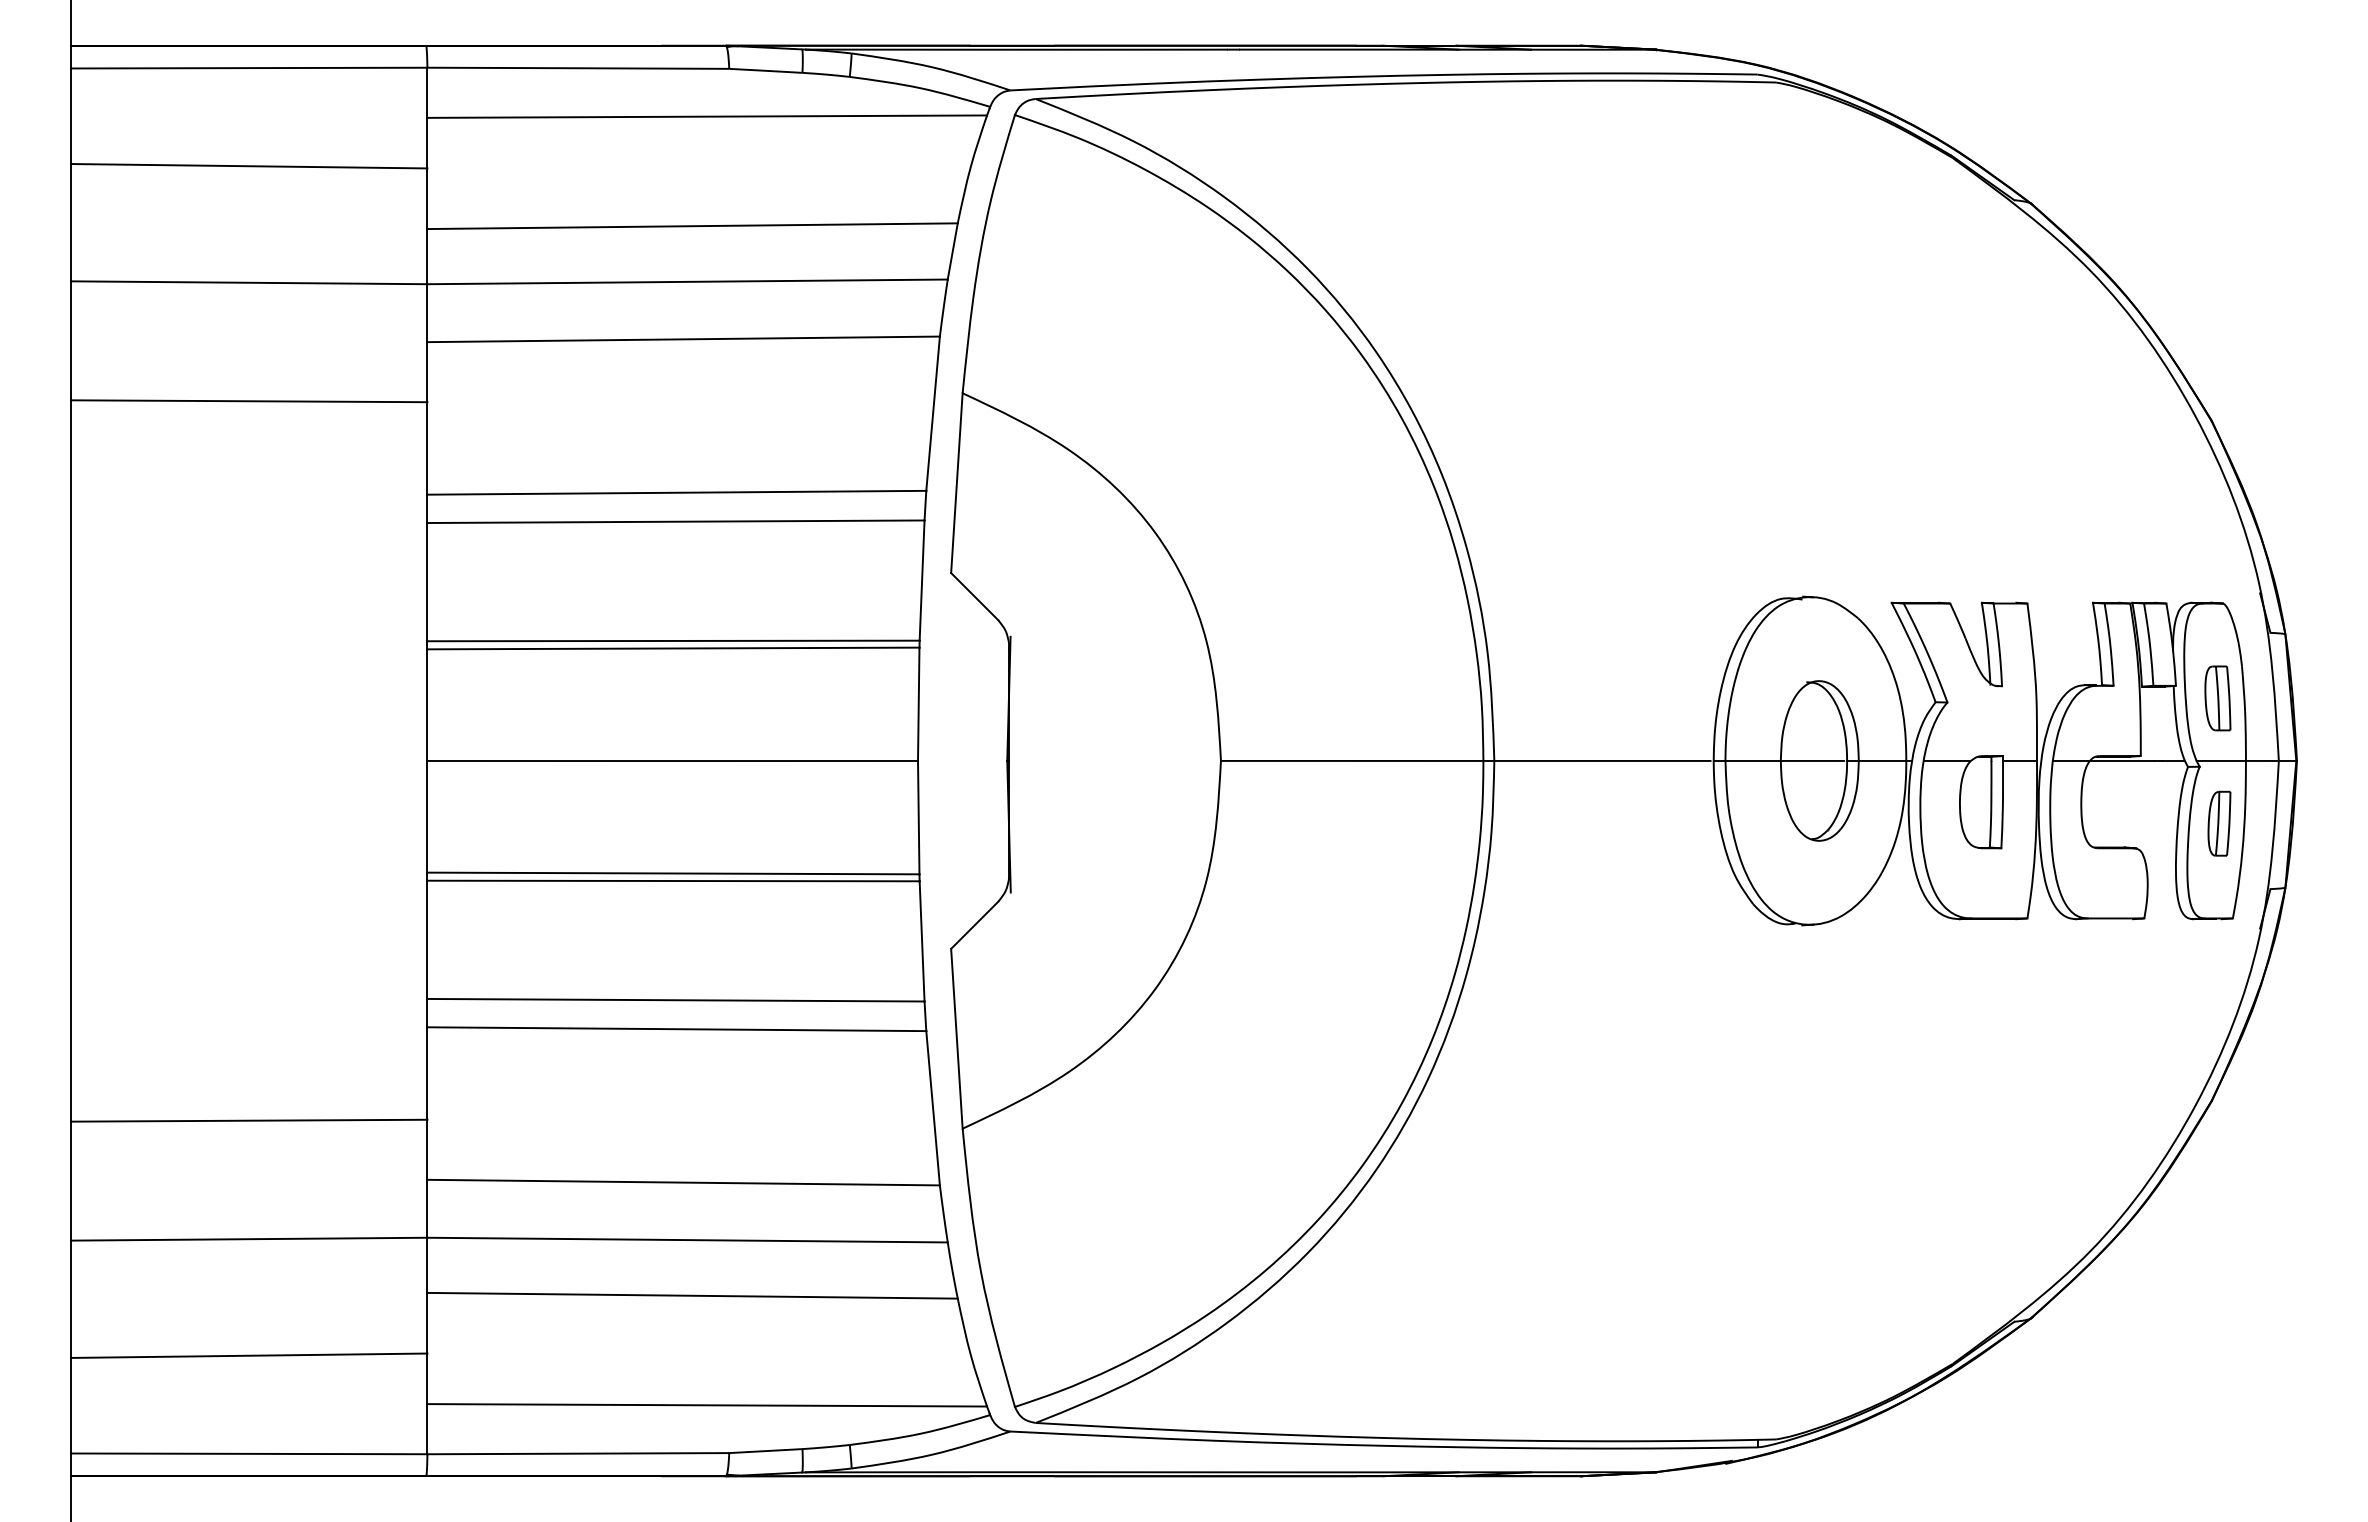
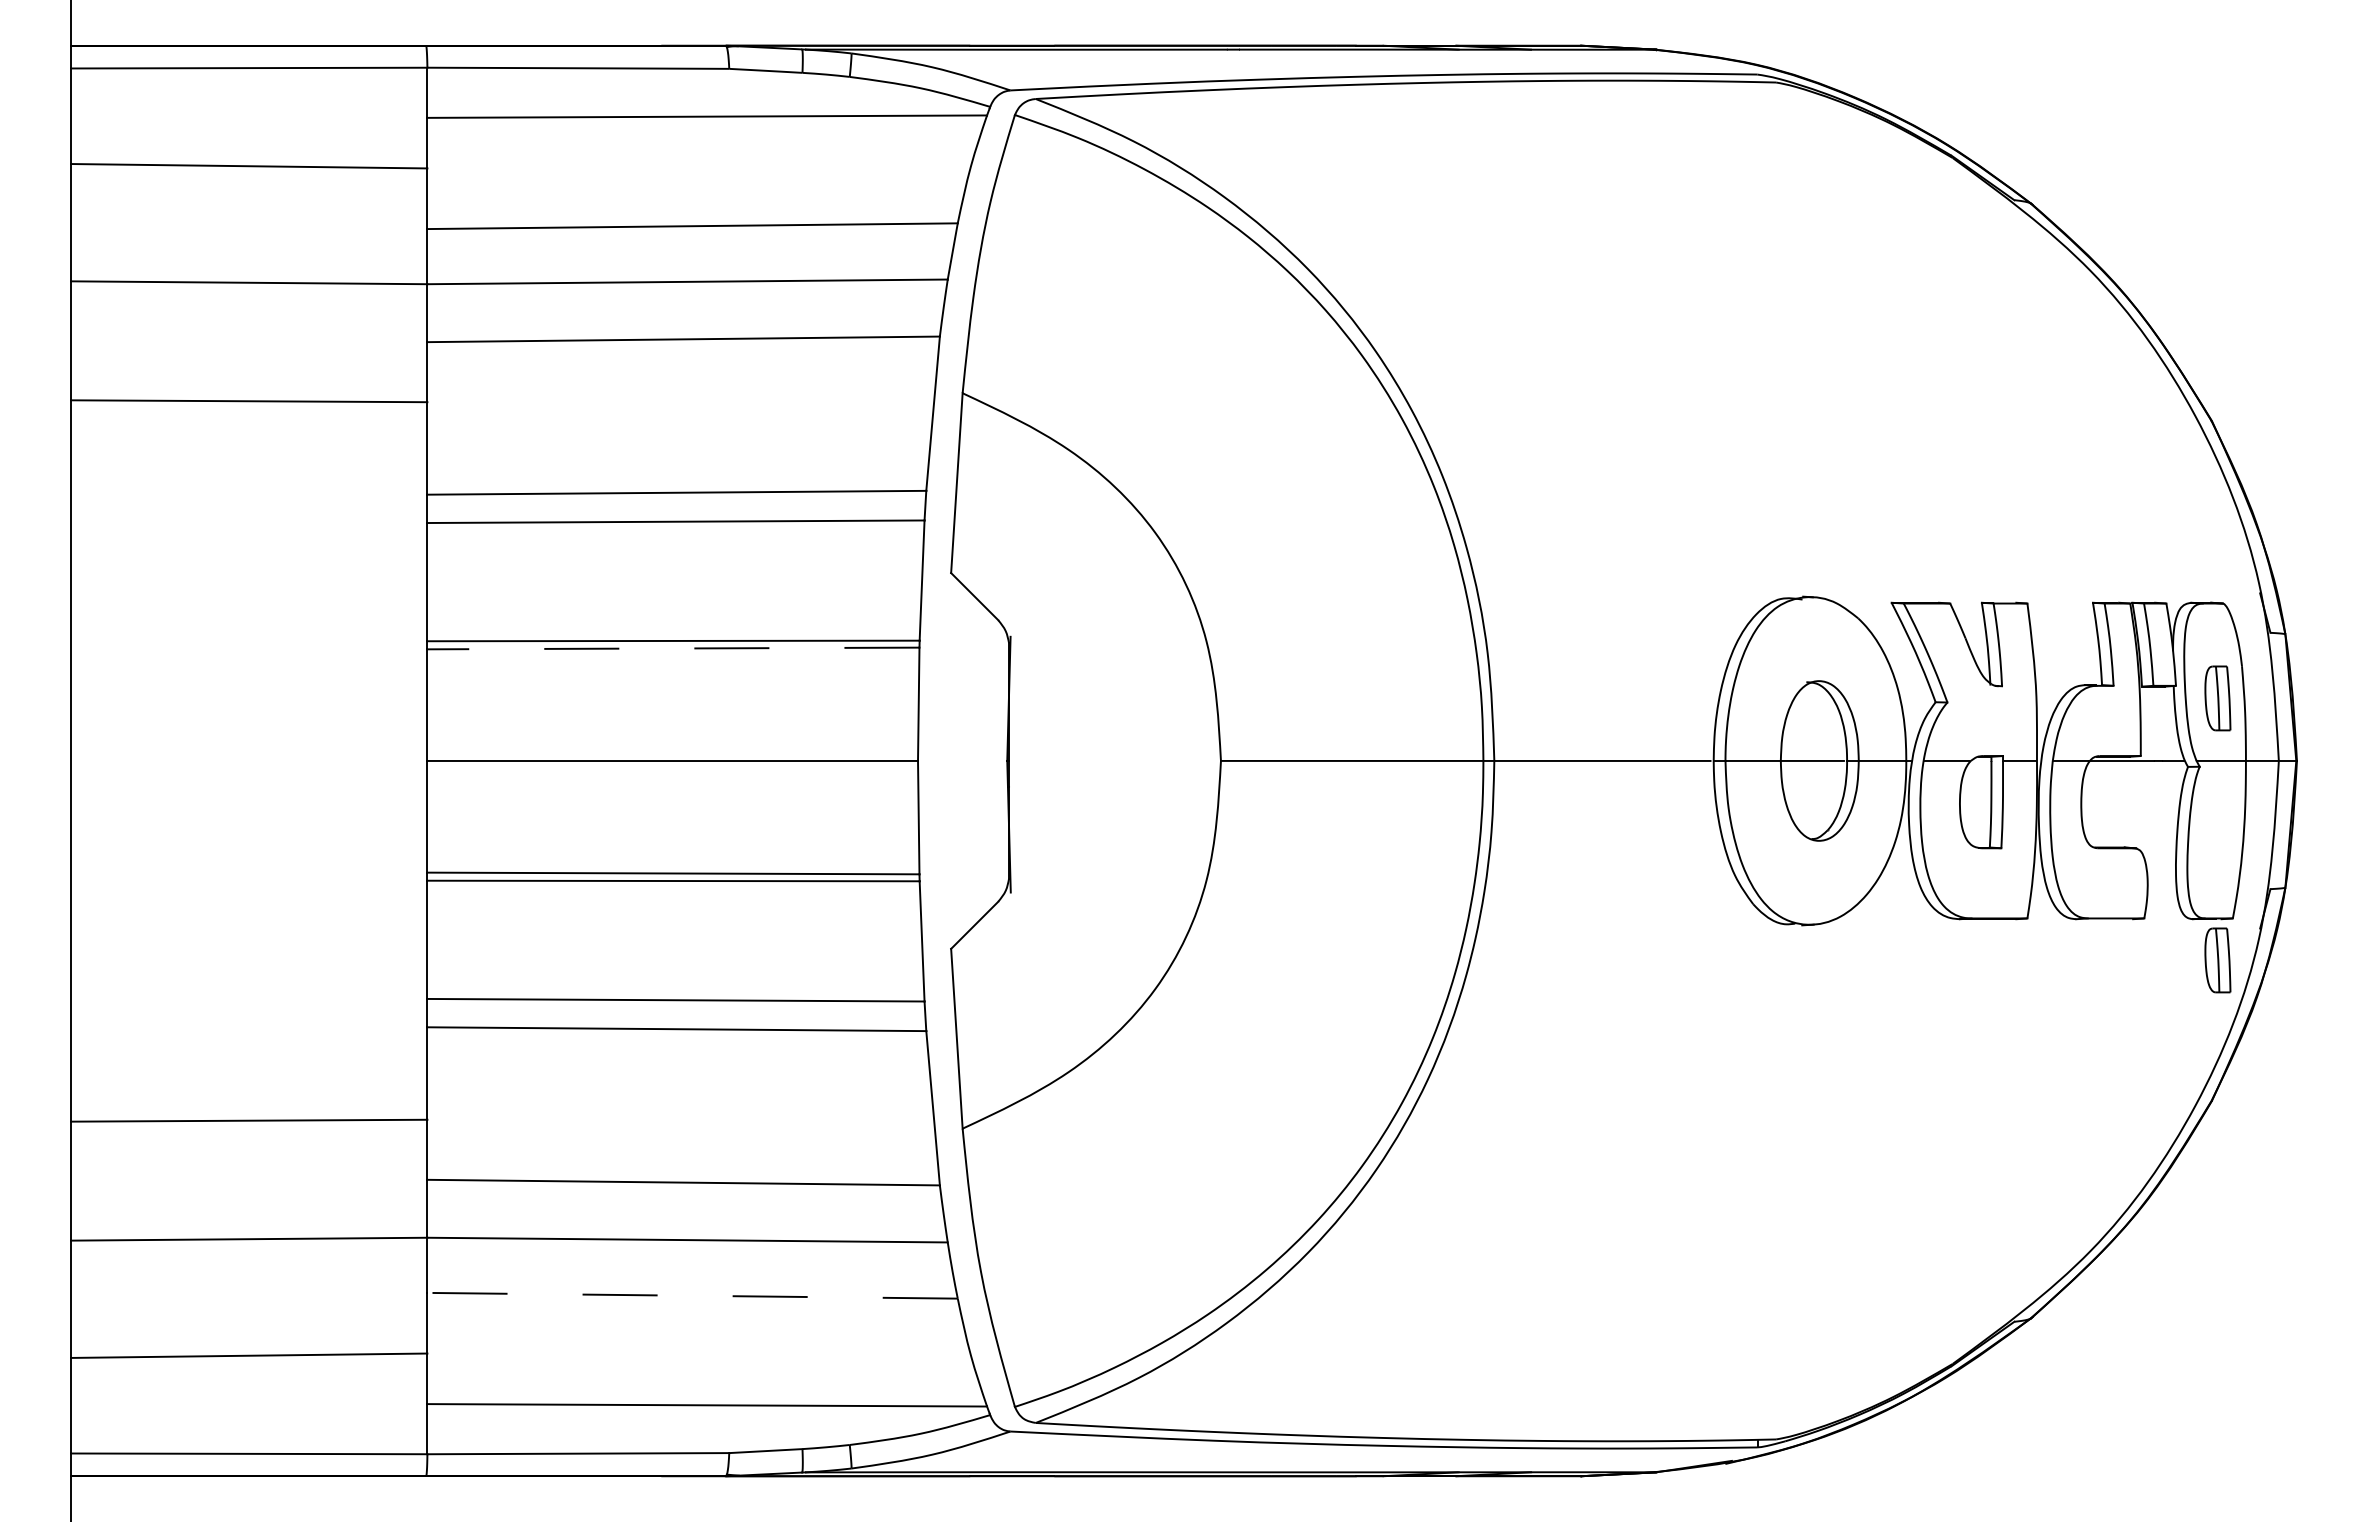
line at (672, 648): solid -> dashed
part at (2219, 823): present -> none
part at (2217, 960): none -> present
line at (692, 1295): solid -> dashed
